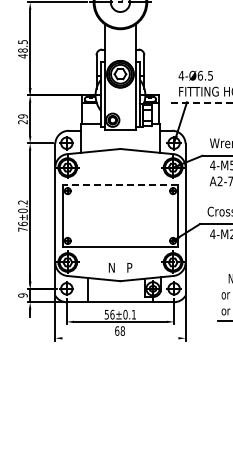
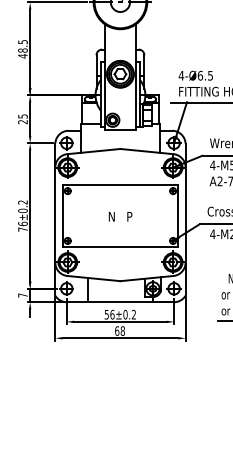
line at (201, 102): dashed -> solid
text at (22, 116): 29 -> 25
line at (119, 185): dashed -> solid
text at (120, 267) position: (120, 267) -> (120, 216)
text at (22, 295): 9 -> 7
text at (133, 314): 56±0.1 -> 56±0.2
line at (120, 338): none -> present
